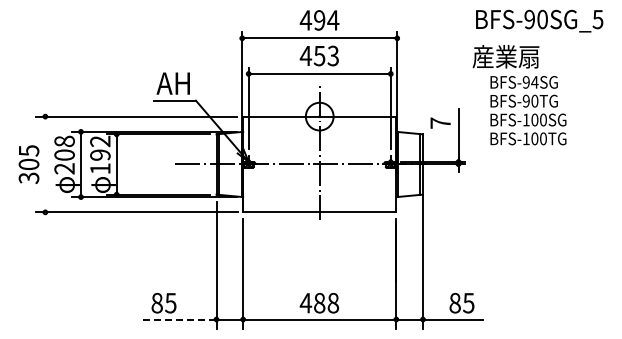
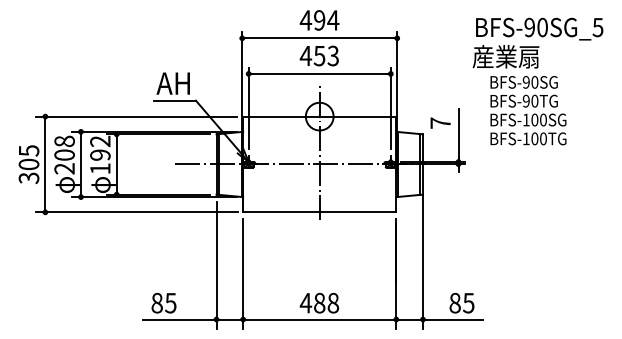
text at (539, 20) position: (539, 20) -> (539, 28)
text at (534, 82): BFS-94SG -> BFS-90SG
line at (45, 164): none -> present
line at (179, 319): dashed -> solid
